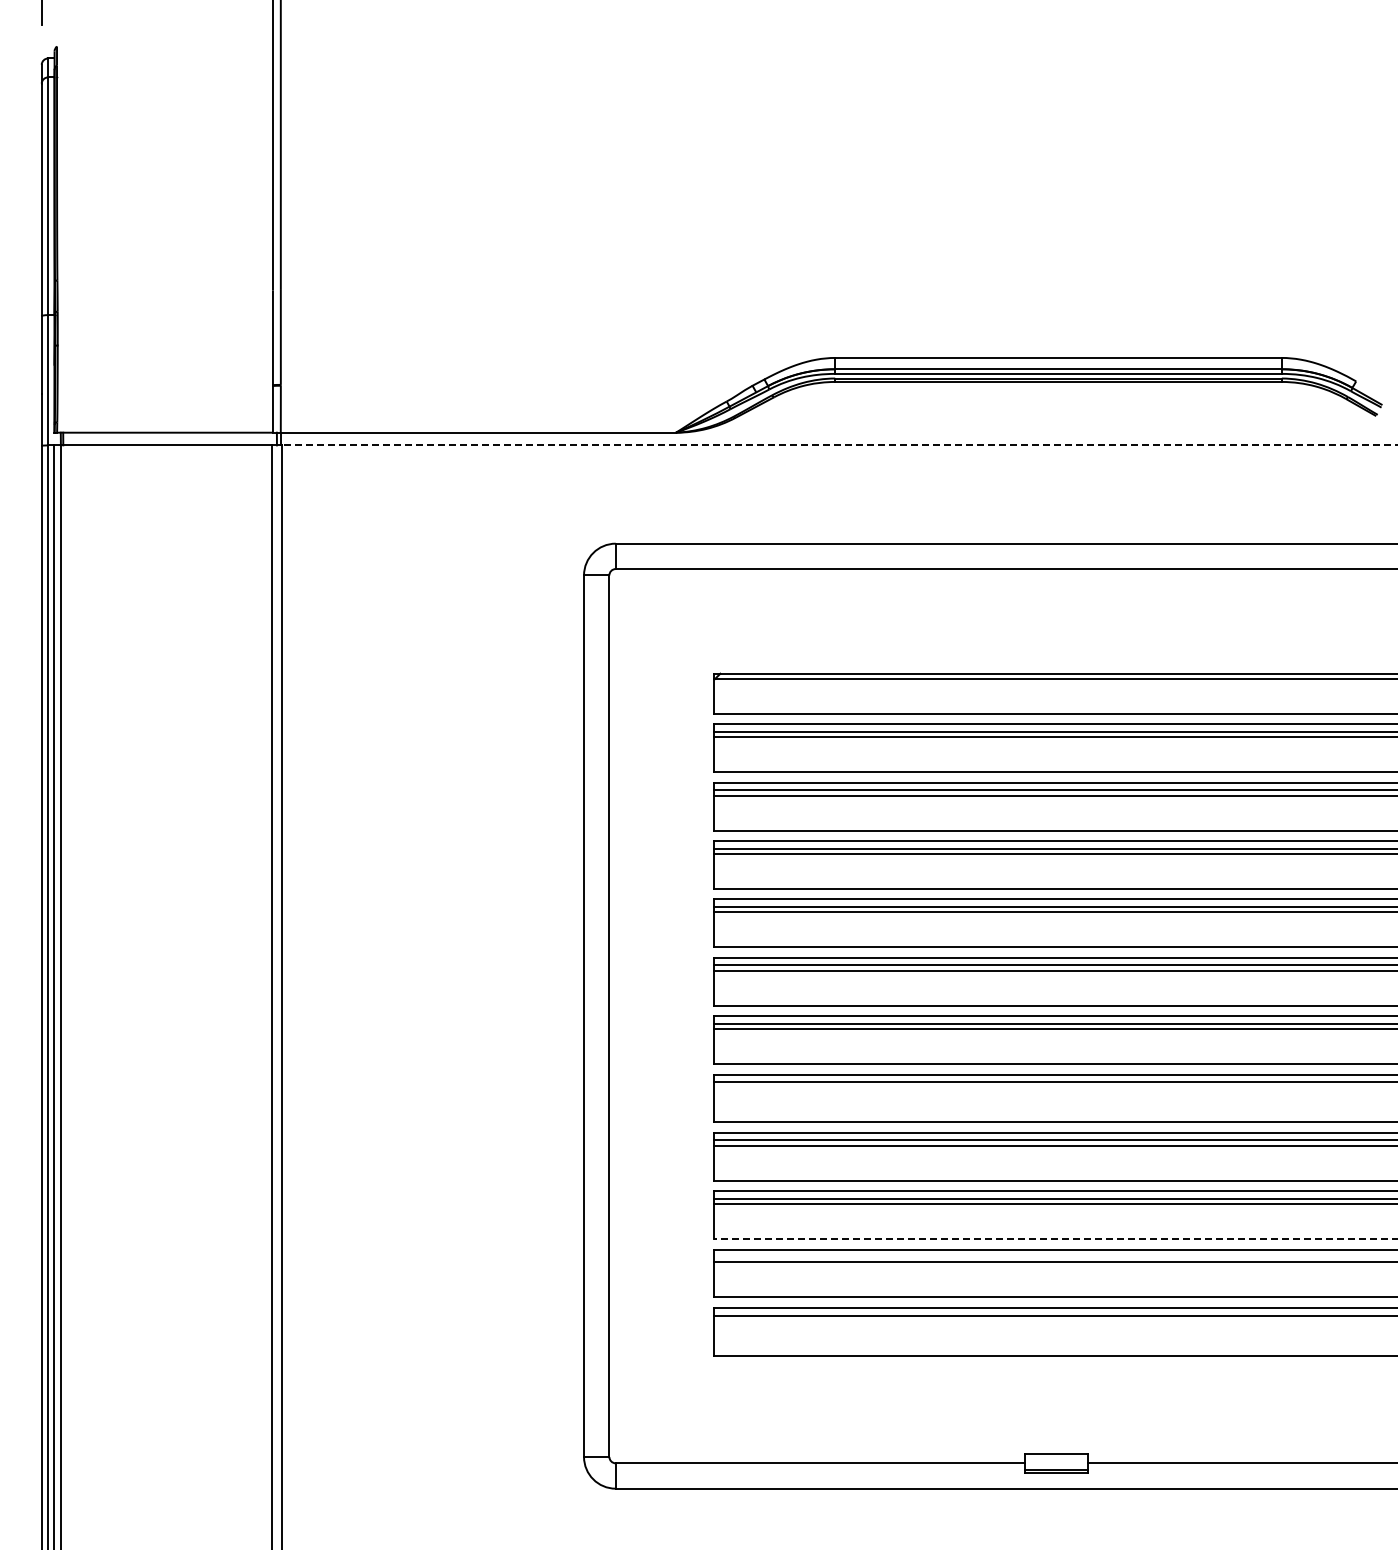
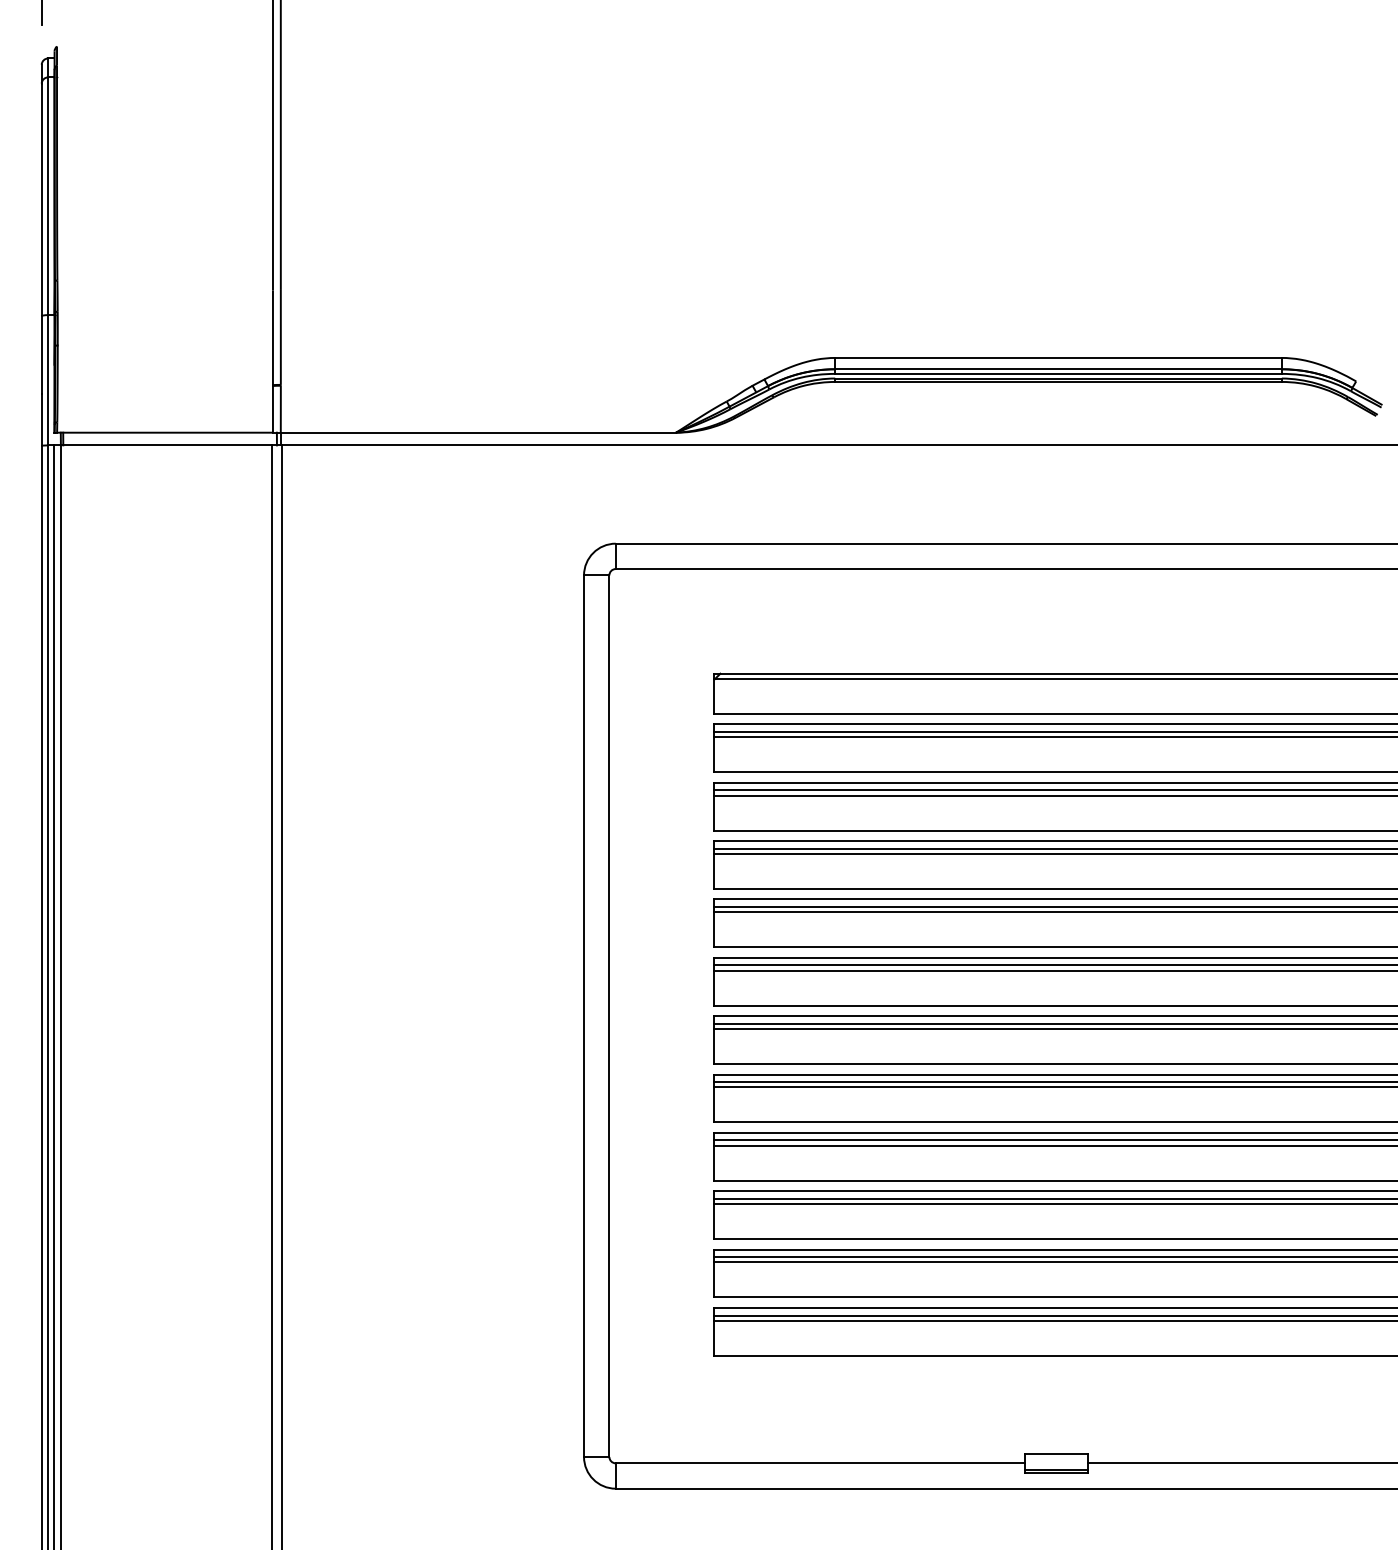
line at (839, 445): dashed -> solid
line at (1054, 1087): none -> present
line at (1055, 1239): dashed -> solid
line at (1054, 1257): none -> present
line at (1054, 1320): none -> present
